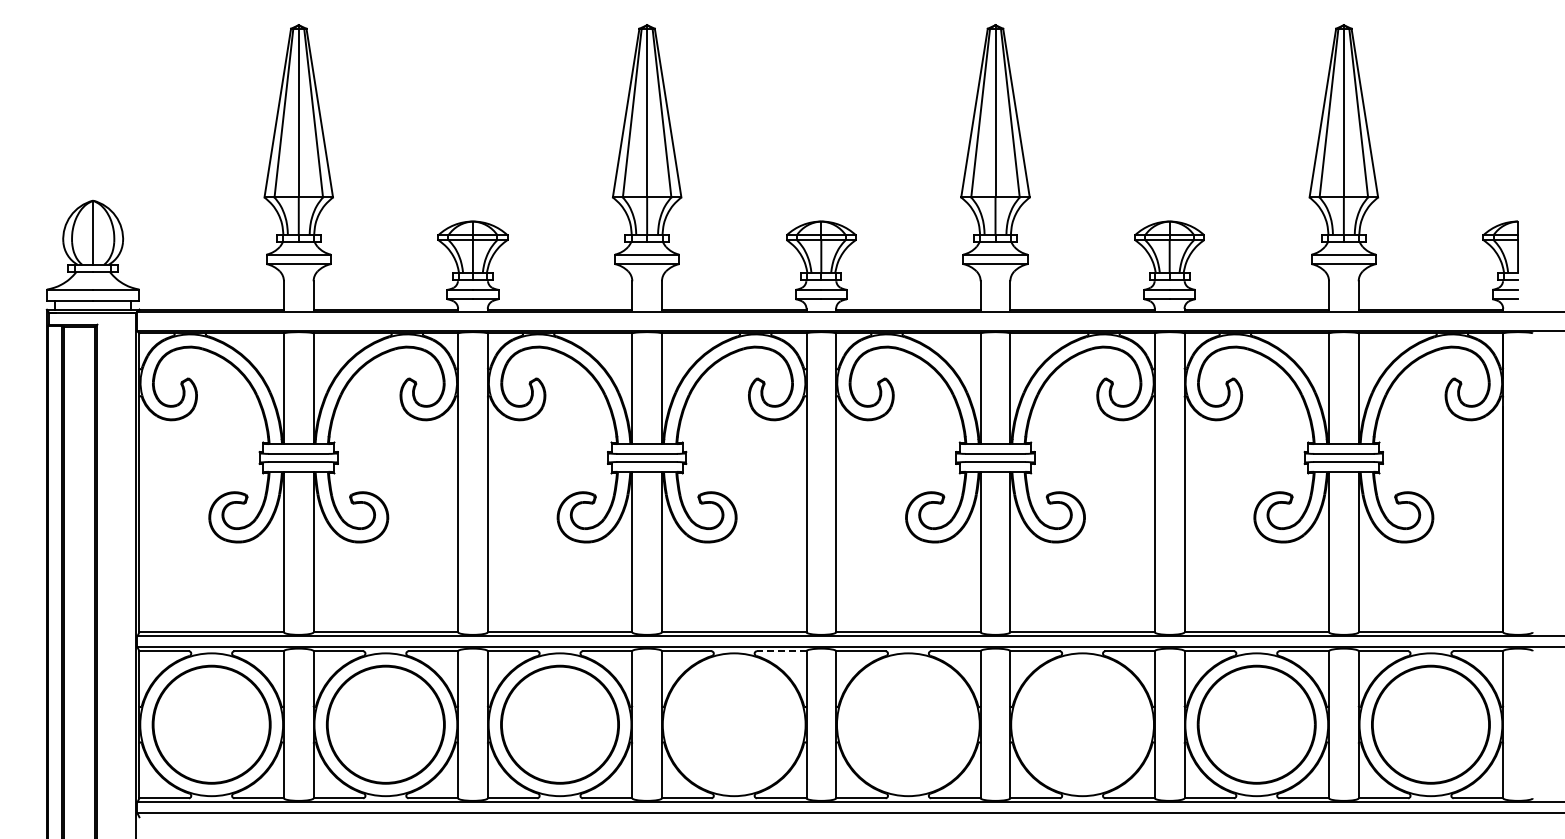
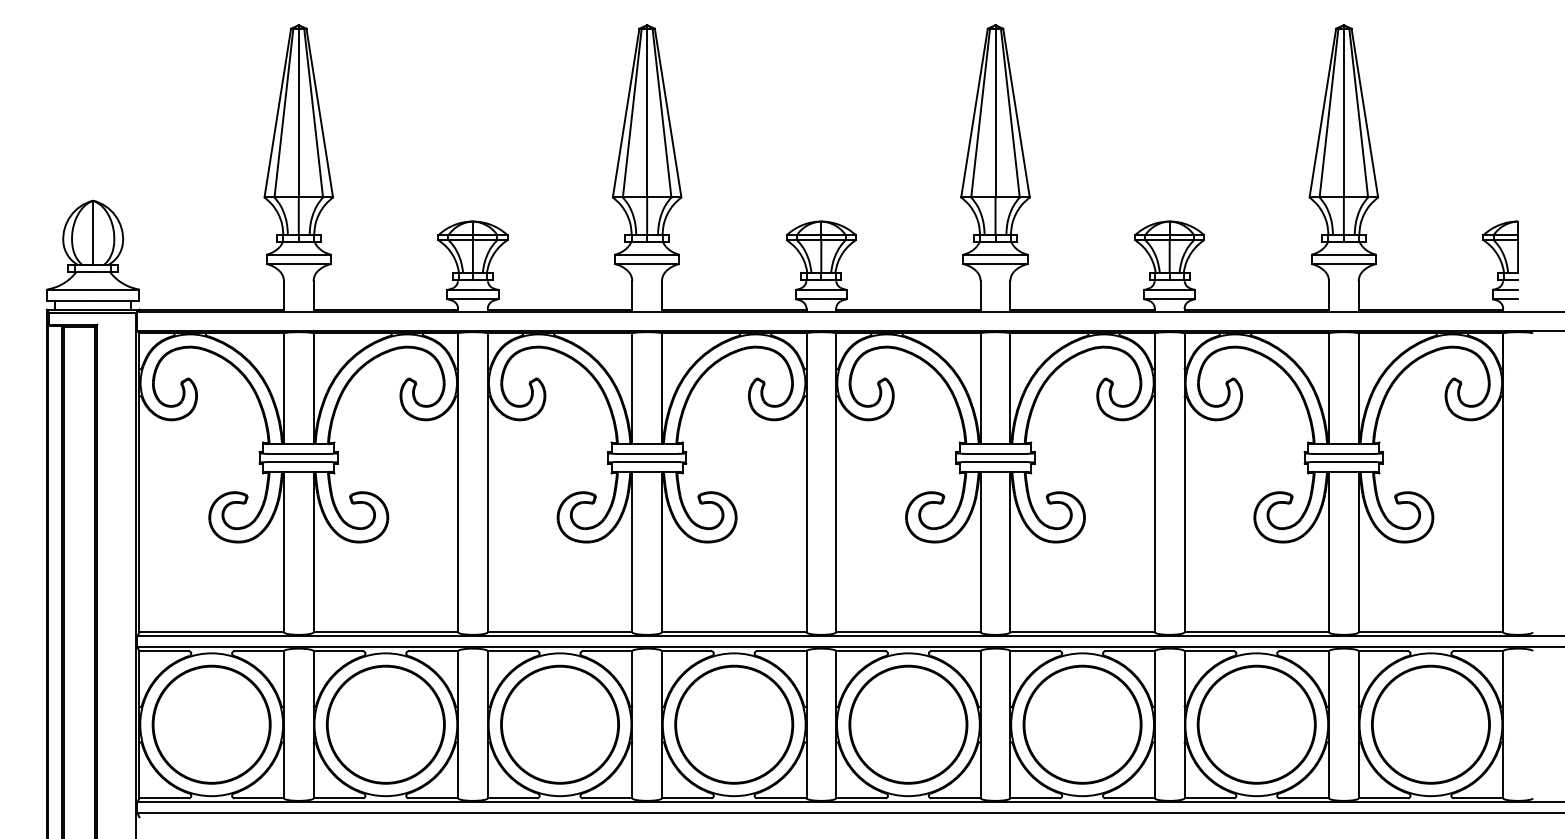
line at (781, 651): dashed -> solid
circle at (734, 724): none -> present
circle at (908, 724): none -> present
circle at (1082, 724): none -> present
